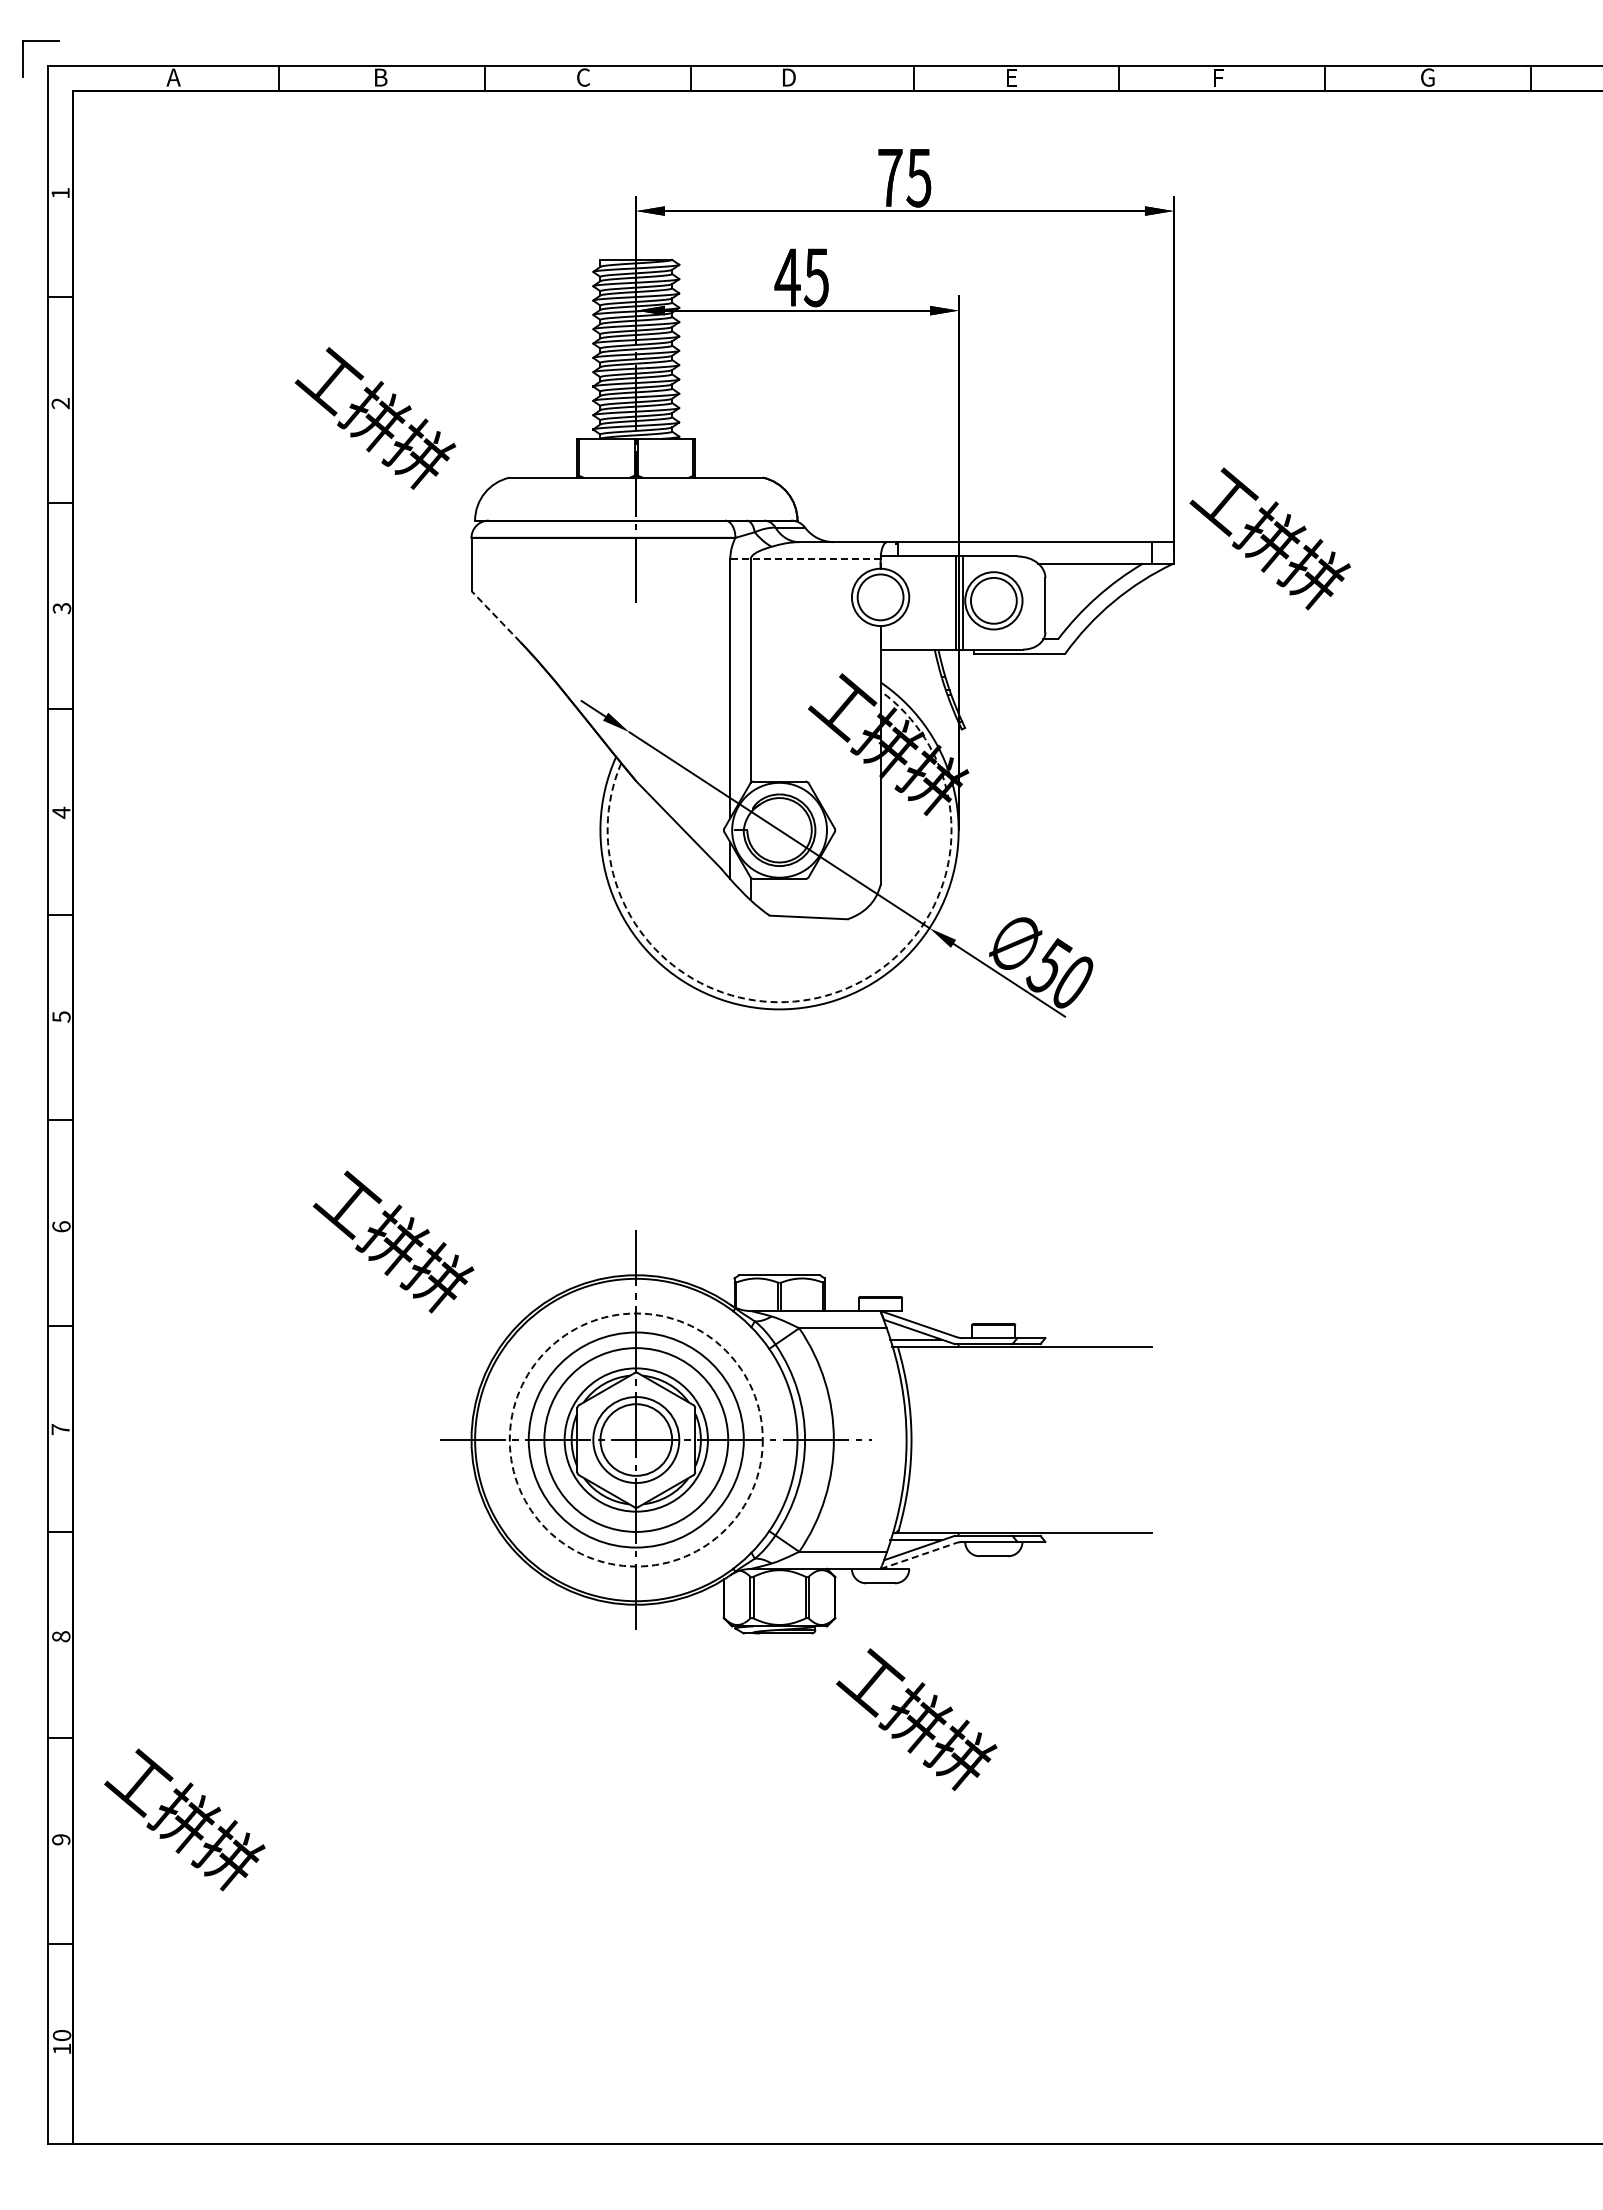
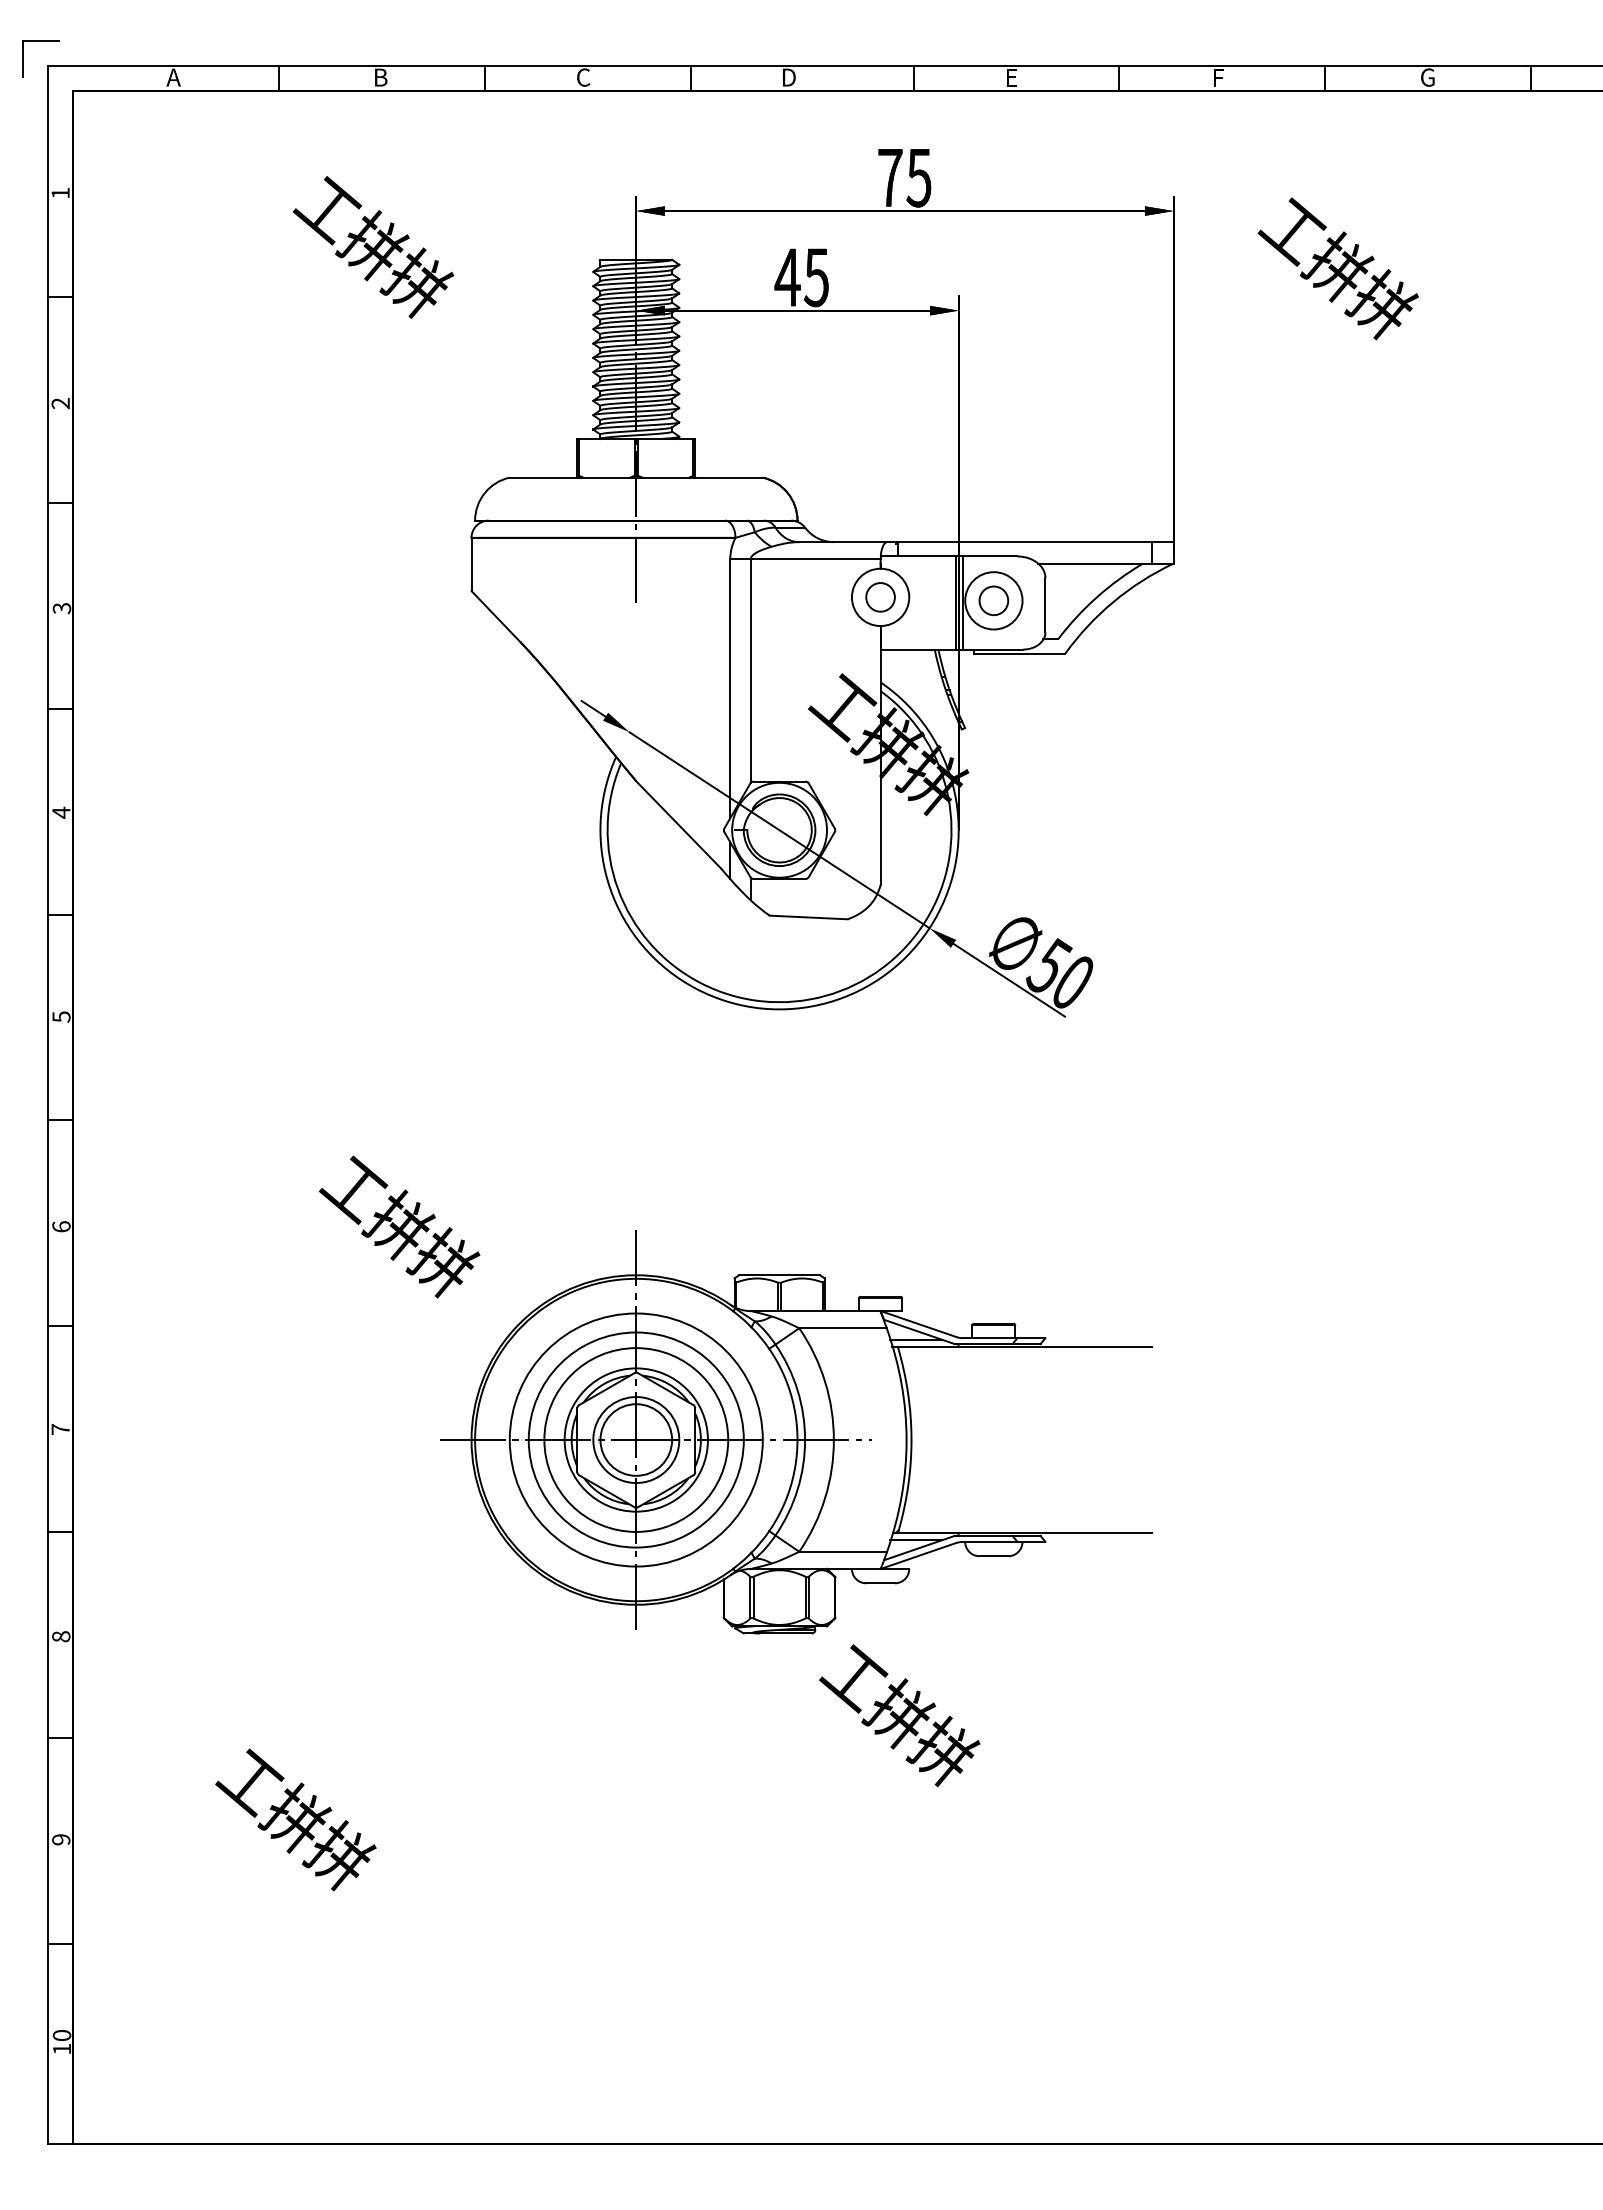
text at (375, 418) position: (375, 418) -> (373, 247)
text at (1269, 538) position: (1269, 538) -> (1337, 268)
line at (804, 559): dashed -> solid
circle at (880, 597) diameter: 46 px -> 29 px
circle at (993, 600) diameter: 46 px -> 29 px
line at (495, 616): dashed -> solid
arc at (825, 995): dashed -> solid
text at (393, 1241) position: (393, 1241) -> (399, 1226)
circle at (635, 1439): dashed -> solid
line at (918, 1556): dashed -> solid
text at (916, 1719) position: (916, 1719) -> (899, 1715)
text at (184, 1819) position: (184, 1819) -> (295, 1819)
